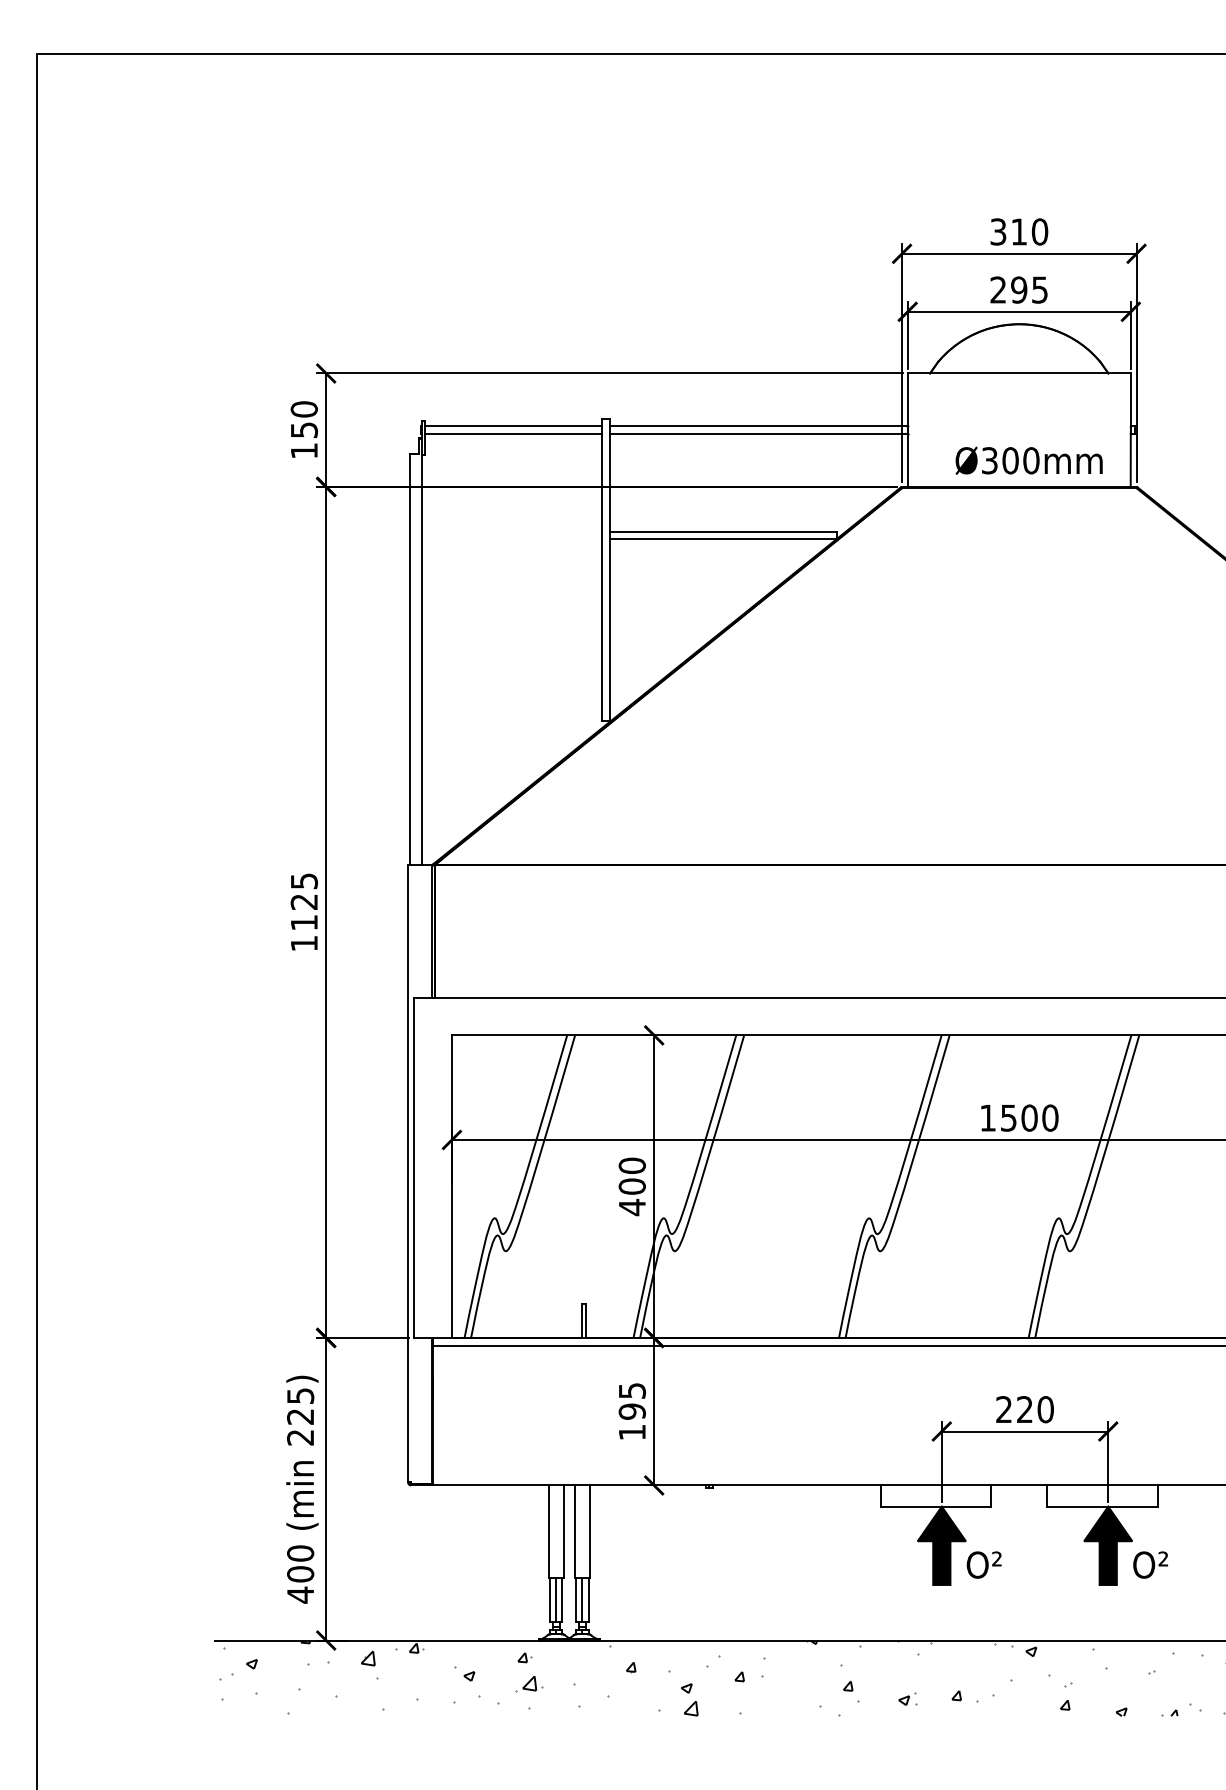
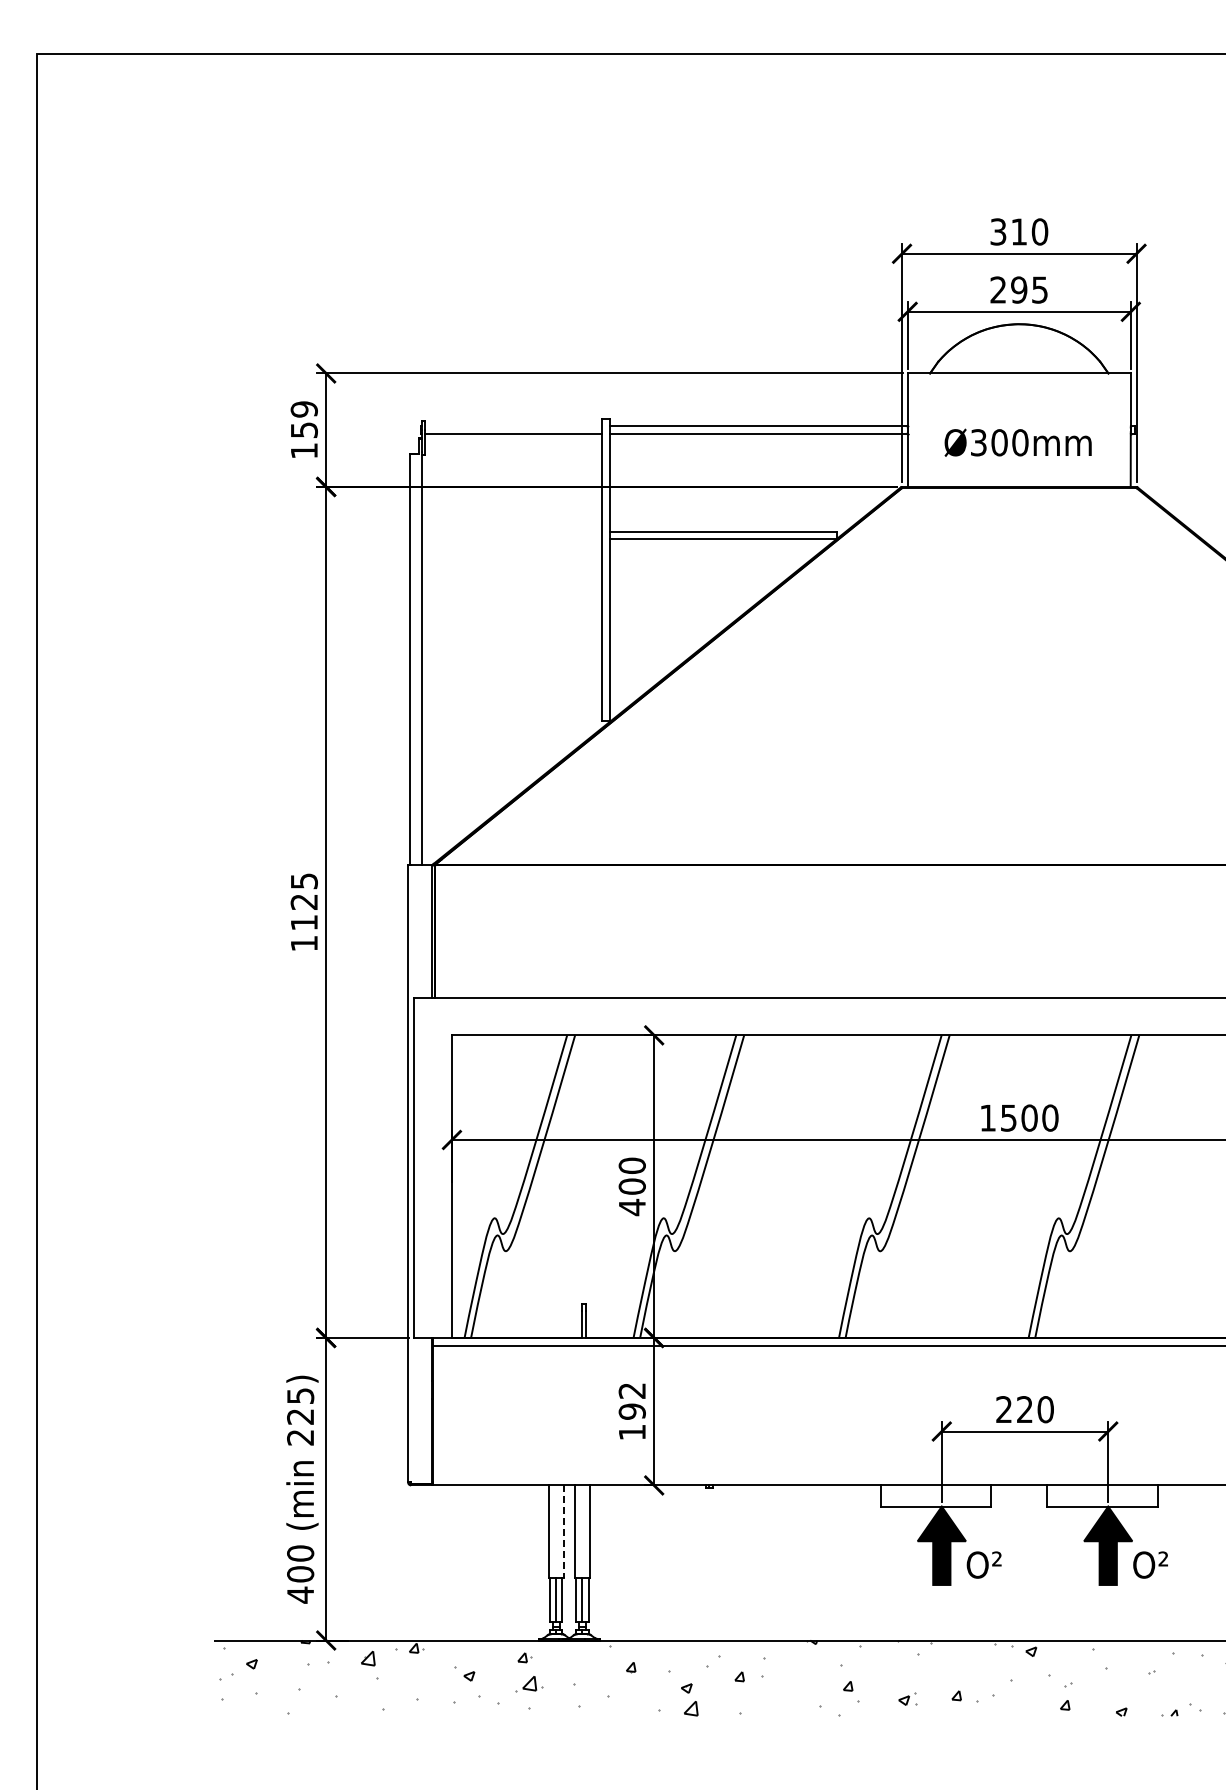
text at (303, 409): 150 -> 159
line at (512, 426): present -> none
text at (1028, 460) position: (1028, 460) -> (1017, 442)
text at (631, 1390): 195 -> 192
line at (563, 1531): solid -> dashed
